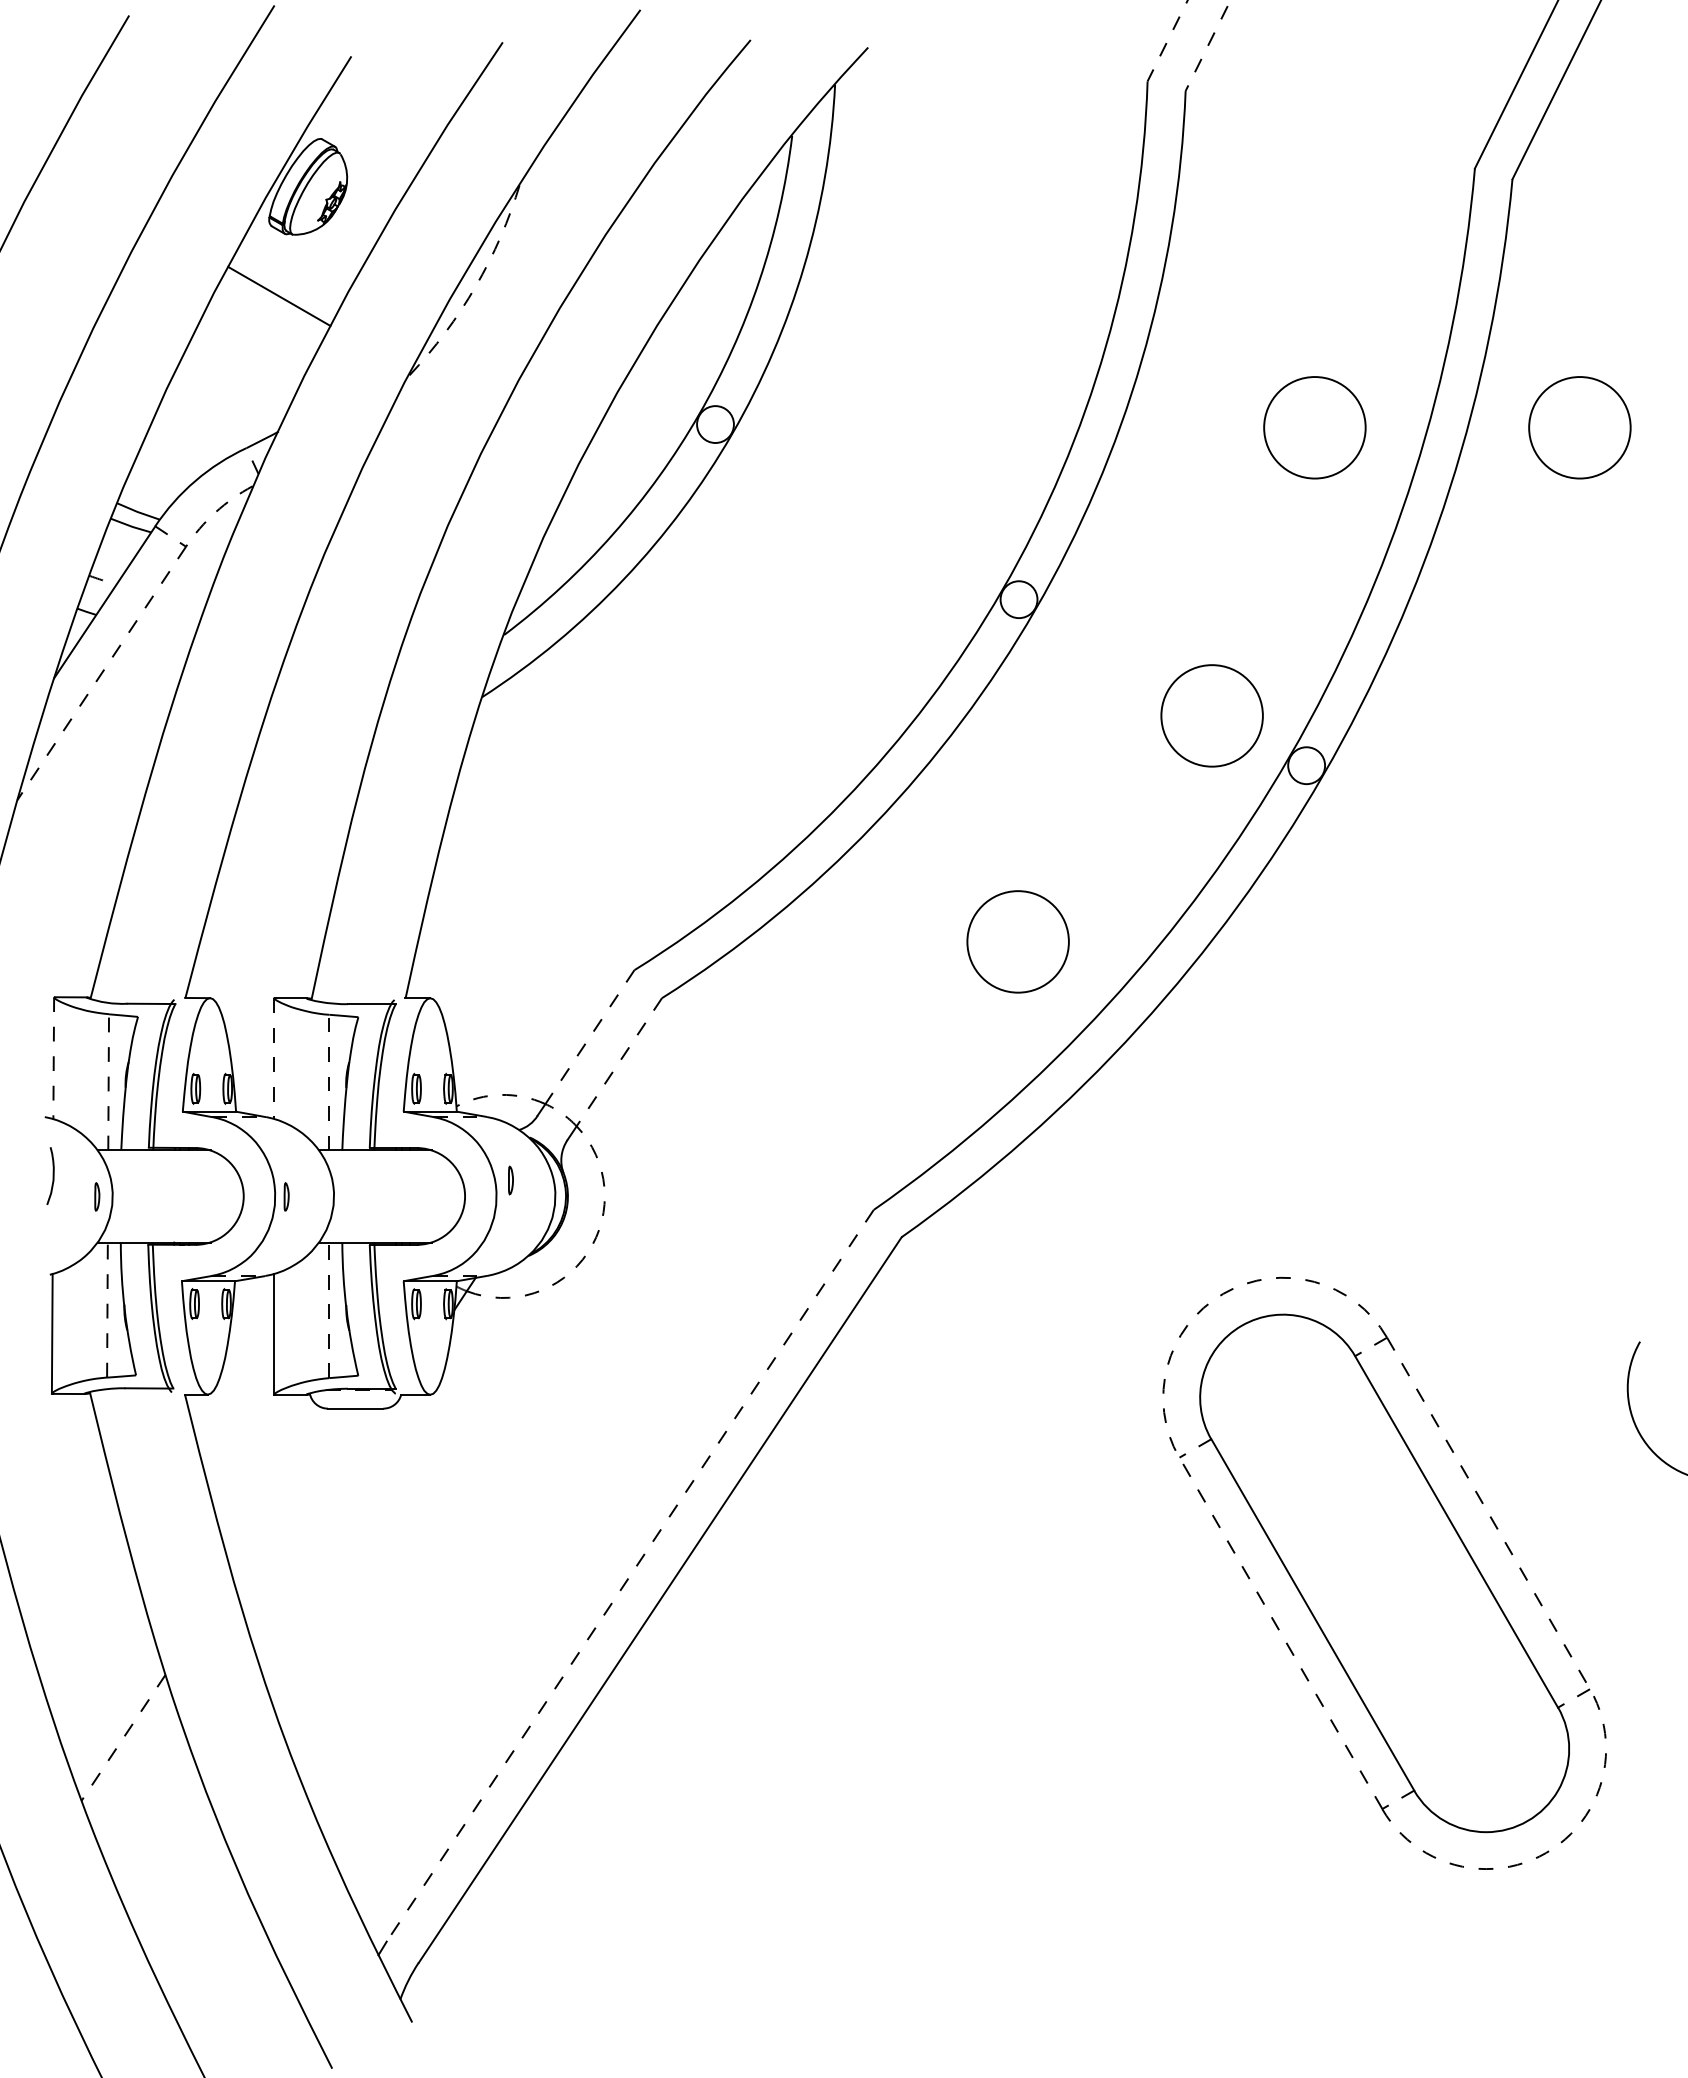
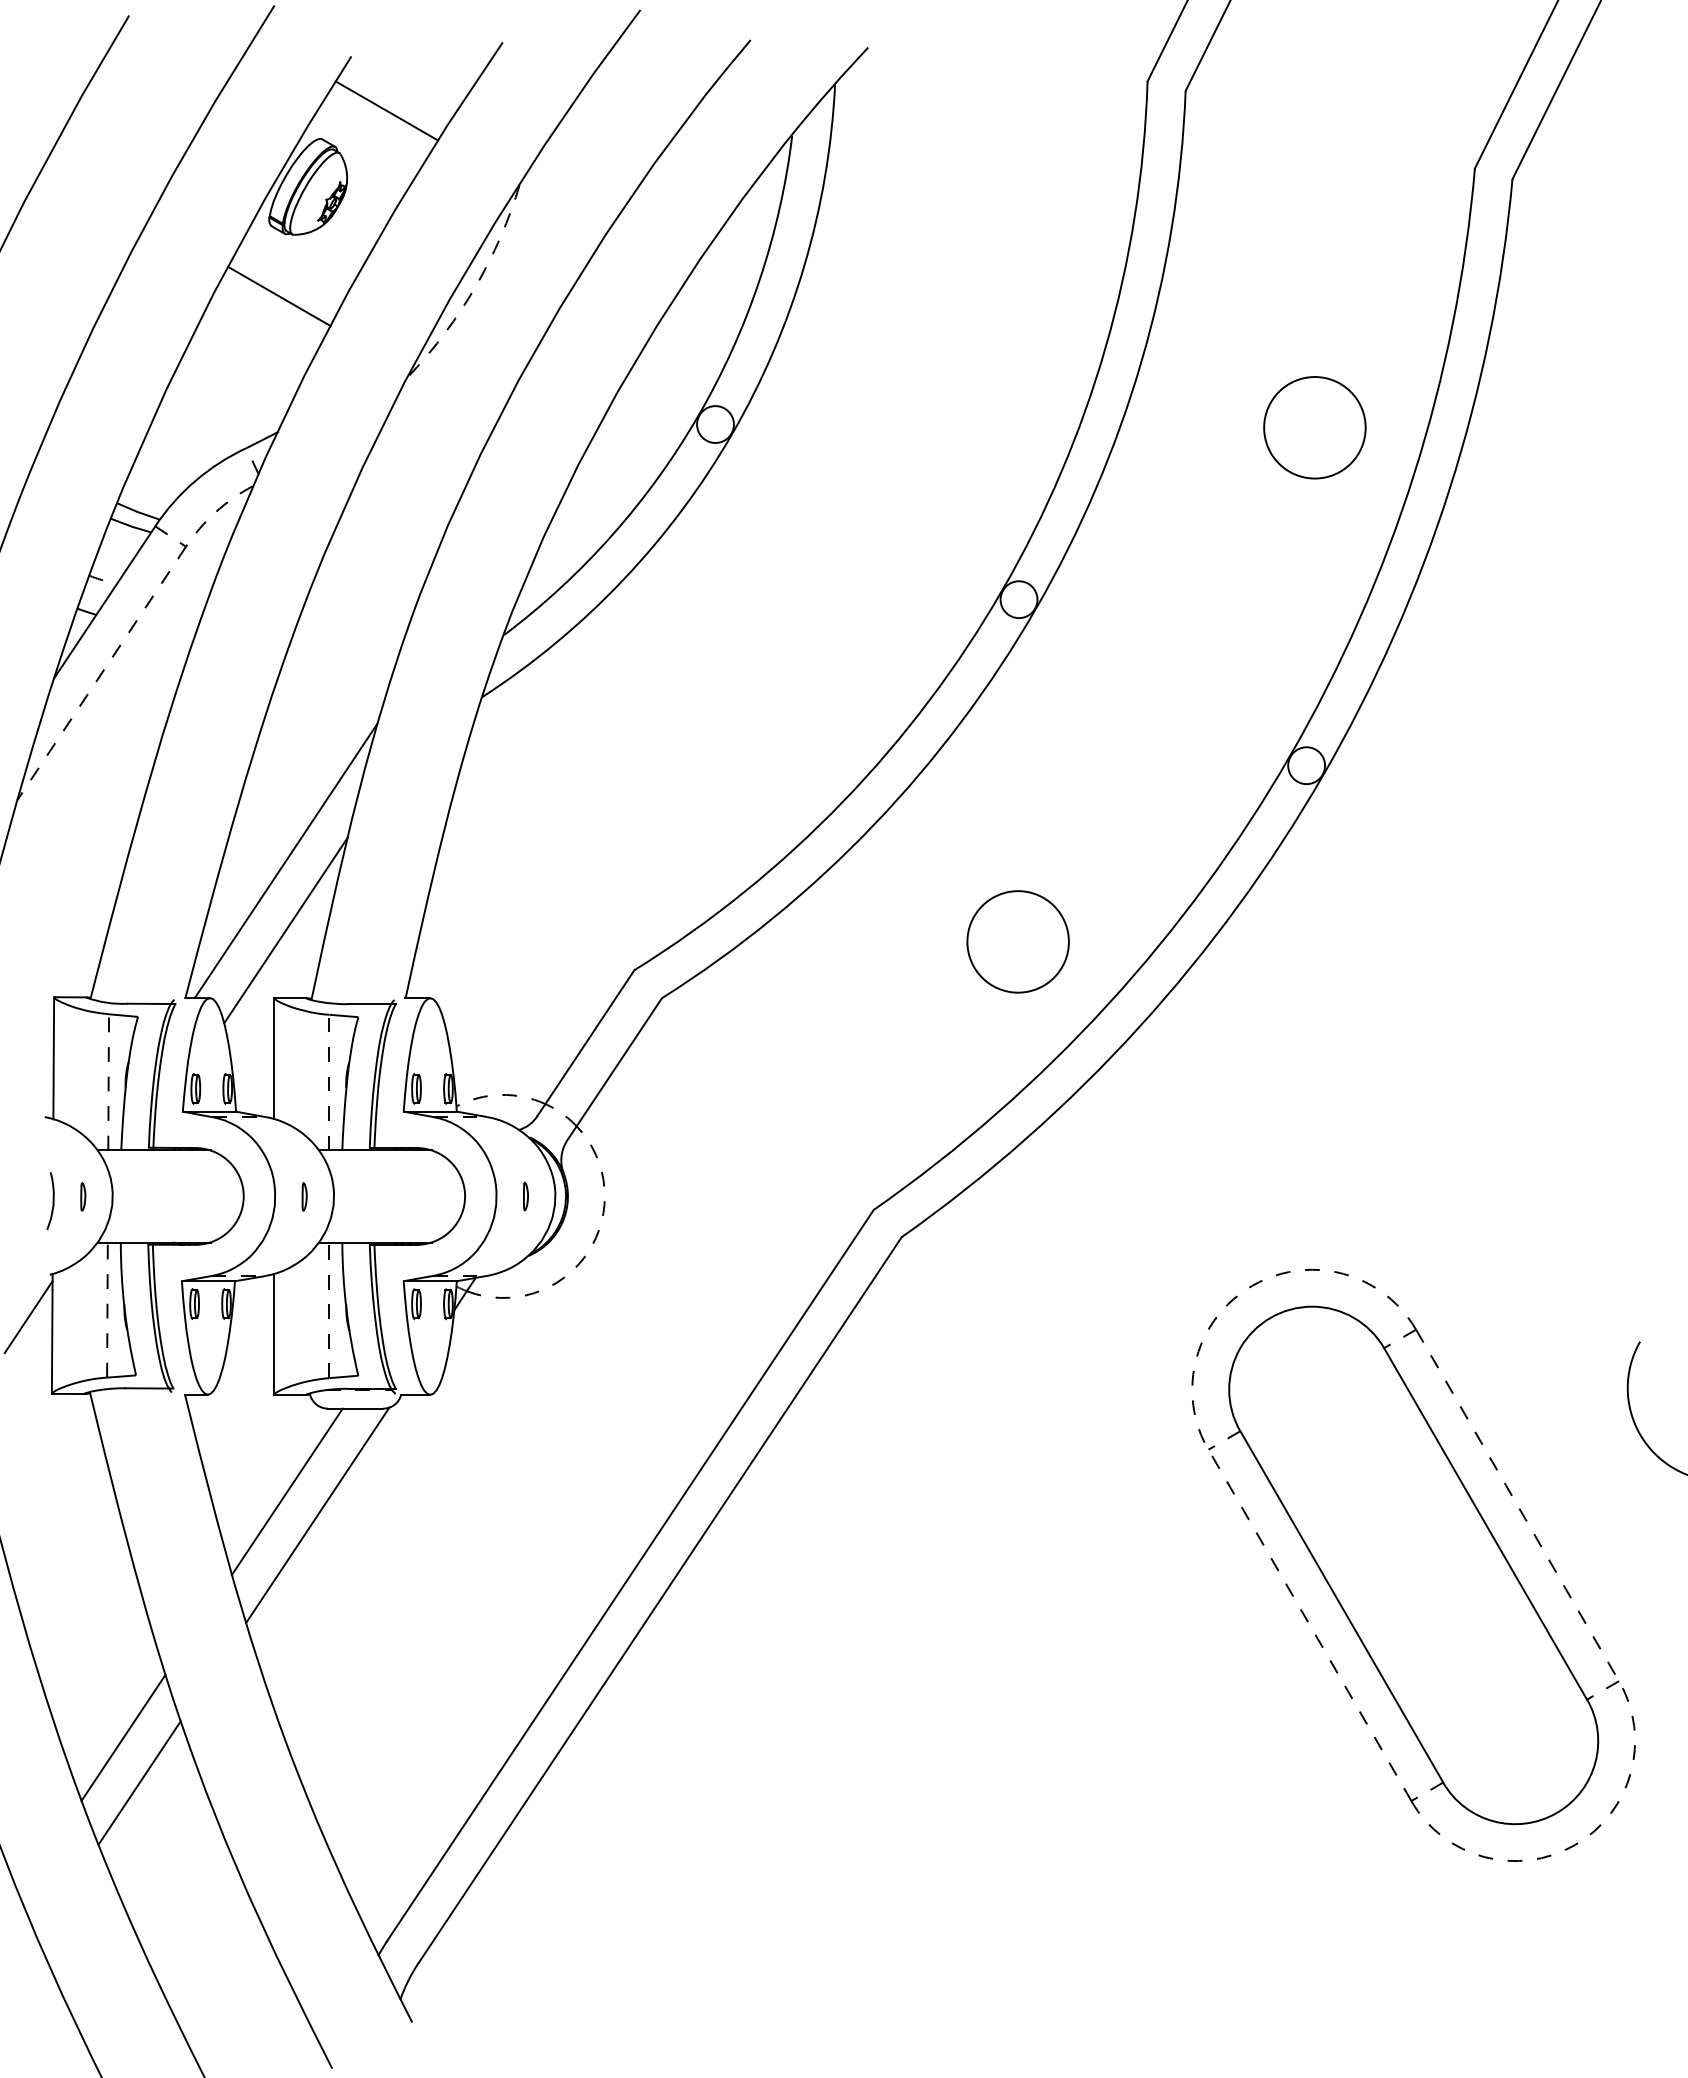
line at (1167, 41): dashed -> solid
line at (1207, 46): dashed -> solid
line at (386, 110): none -> present
circle at (1579, 427): present -> none
circle at (1211, 715): present -> none
line at (285, 860): none -> present
line at (285, 930): none -> present
line at (589, 1037): dashed -> solid
line at (53, 1058): dashed -> solid
line at (274, 1059): dashed -> solid
line at (619, 1062): dashed -> solid
curve at (52, 1175) position: (52, 1175) -> (52, 1200)
part at (510, 1180) position: (510, 1180) -> (525, 1196)
part at (97, 1196) position: (97, 1196) -> (83, 1196)
part at (286, 1196) position: (286, 1196) -> (304, 1196)
line at (28, 1317): none -> present
line at (286, 1491): none -> present
line at (317, 1515): none -> present
part at (1384, 1572) position: (1384, 1572) -> (1413, 1564)
line at (629, 1576): dashed -> solid
line at (123, 1737): dashed -> solid
line at (139, 1782): none -> present
